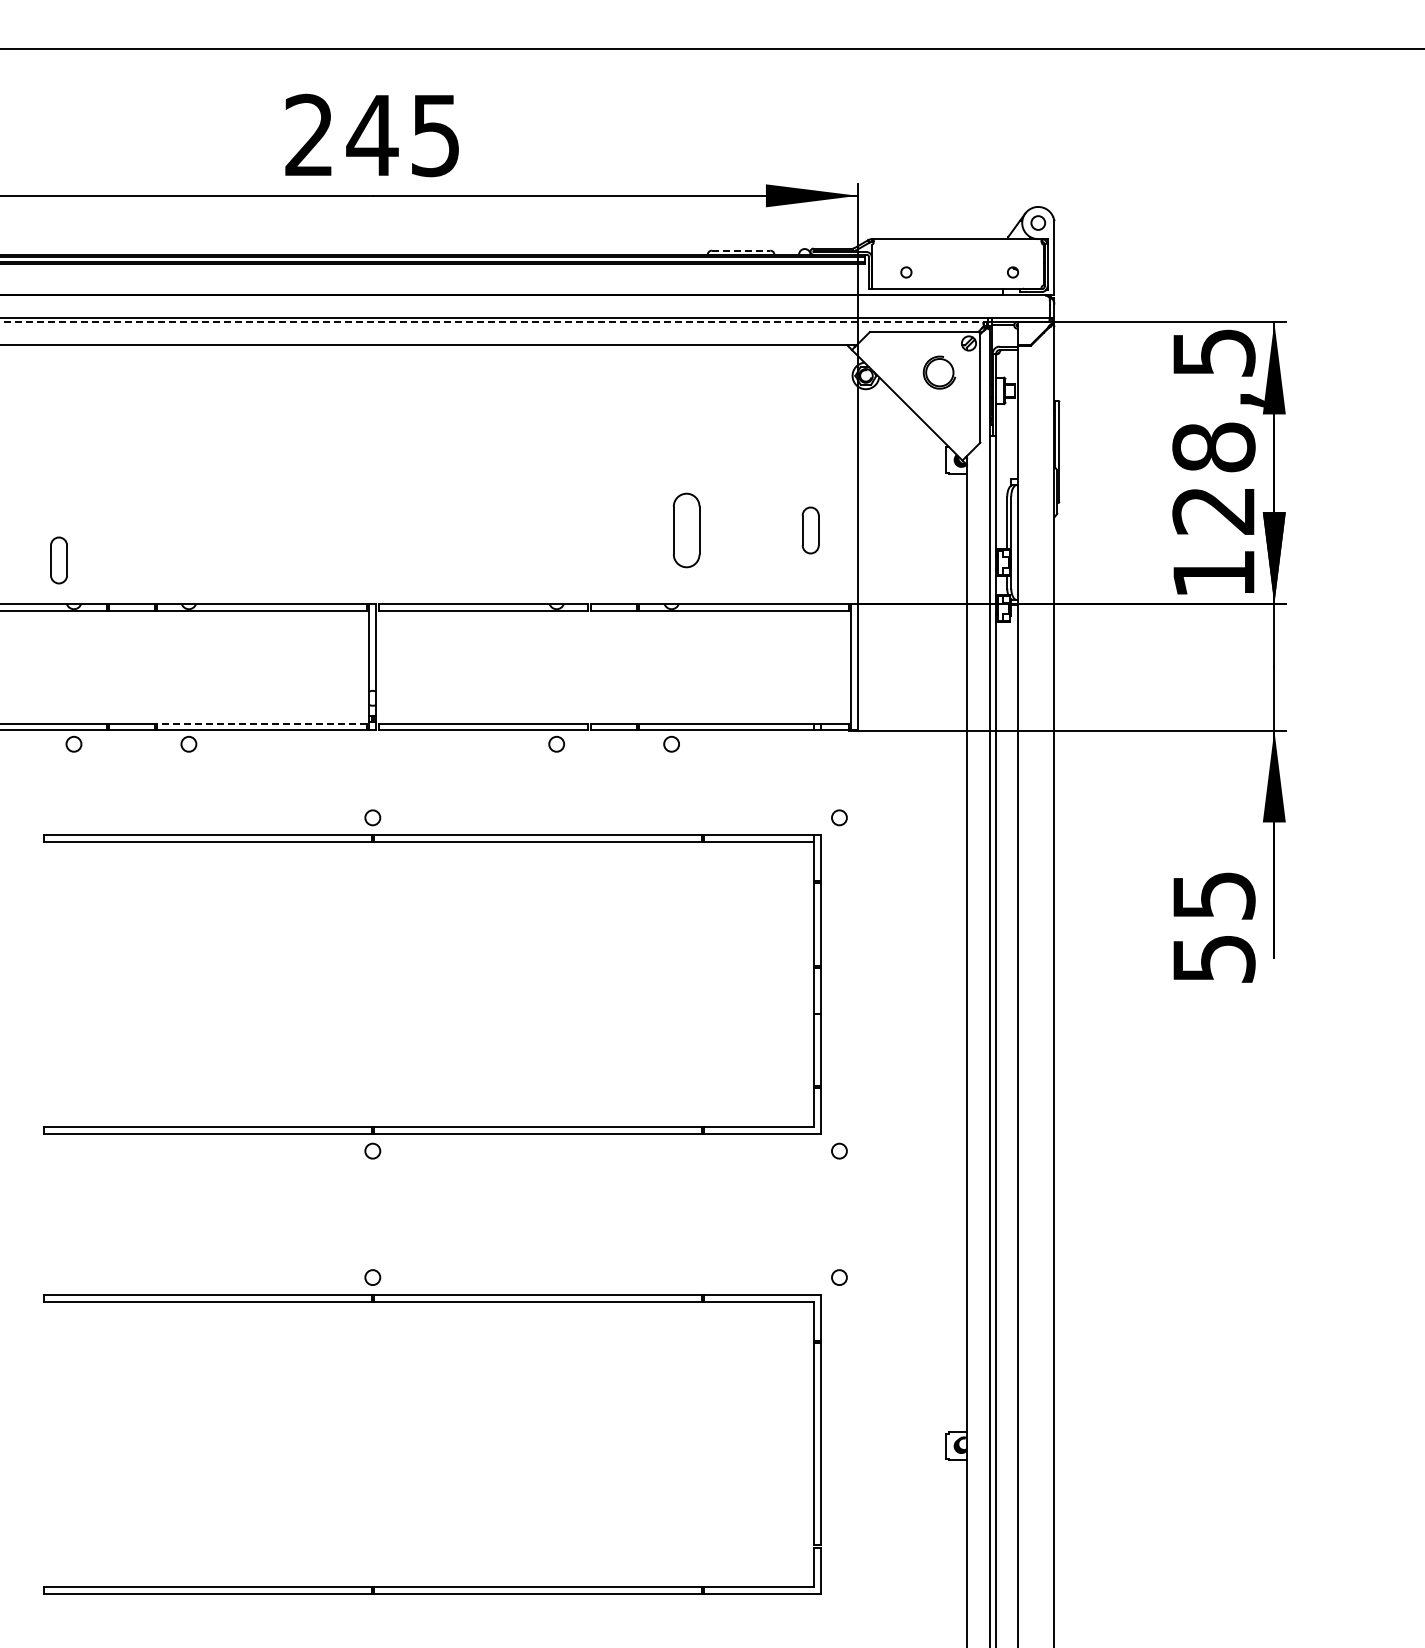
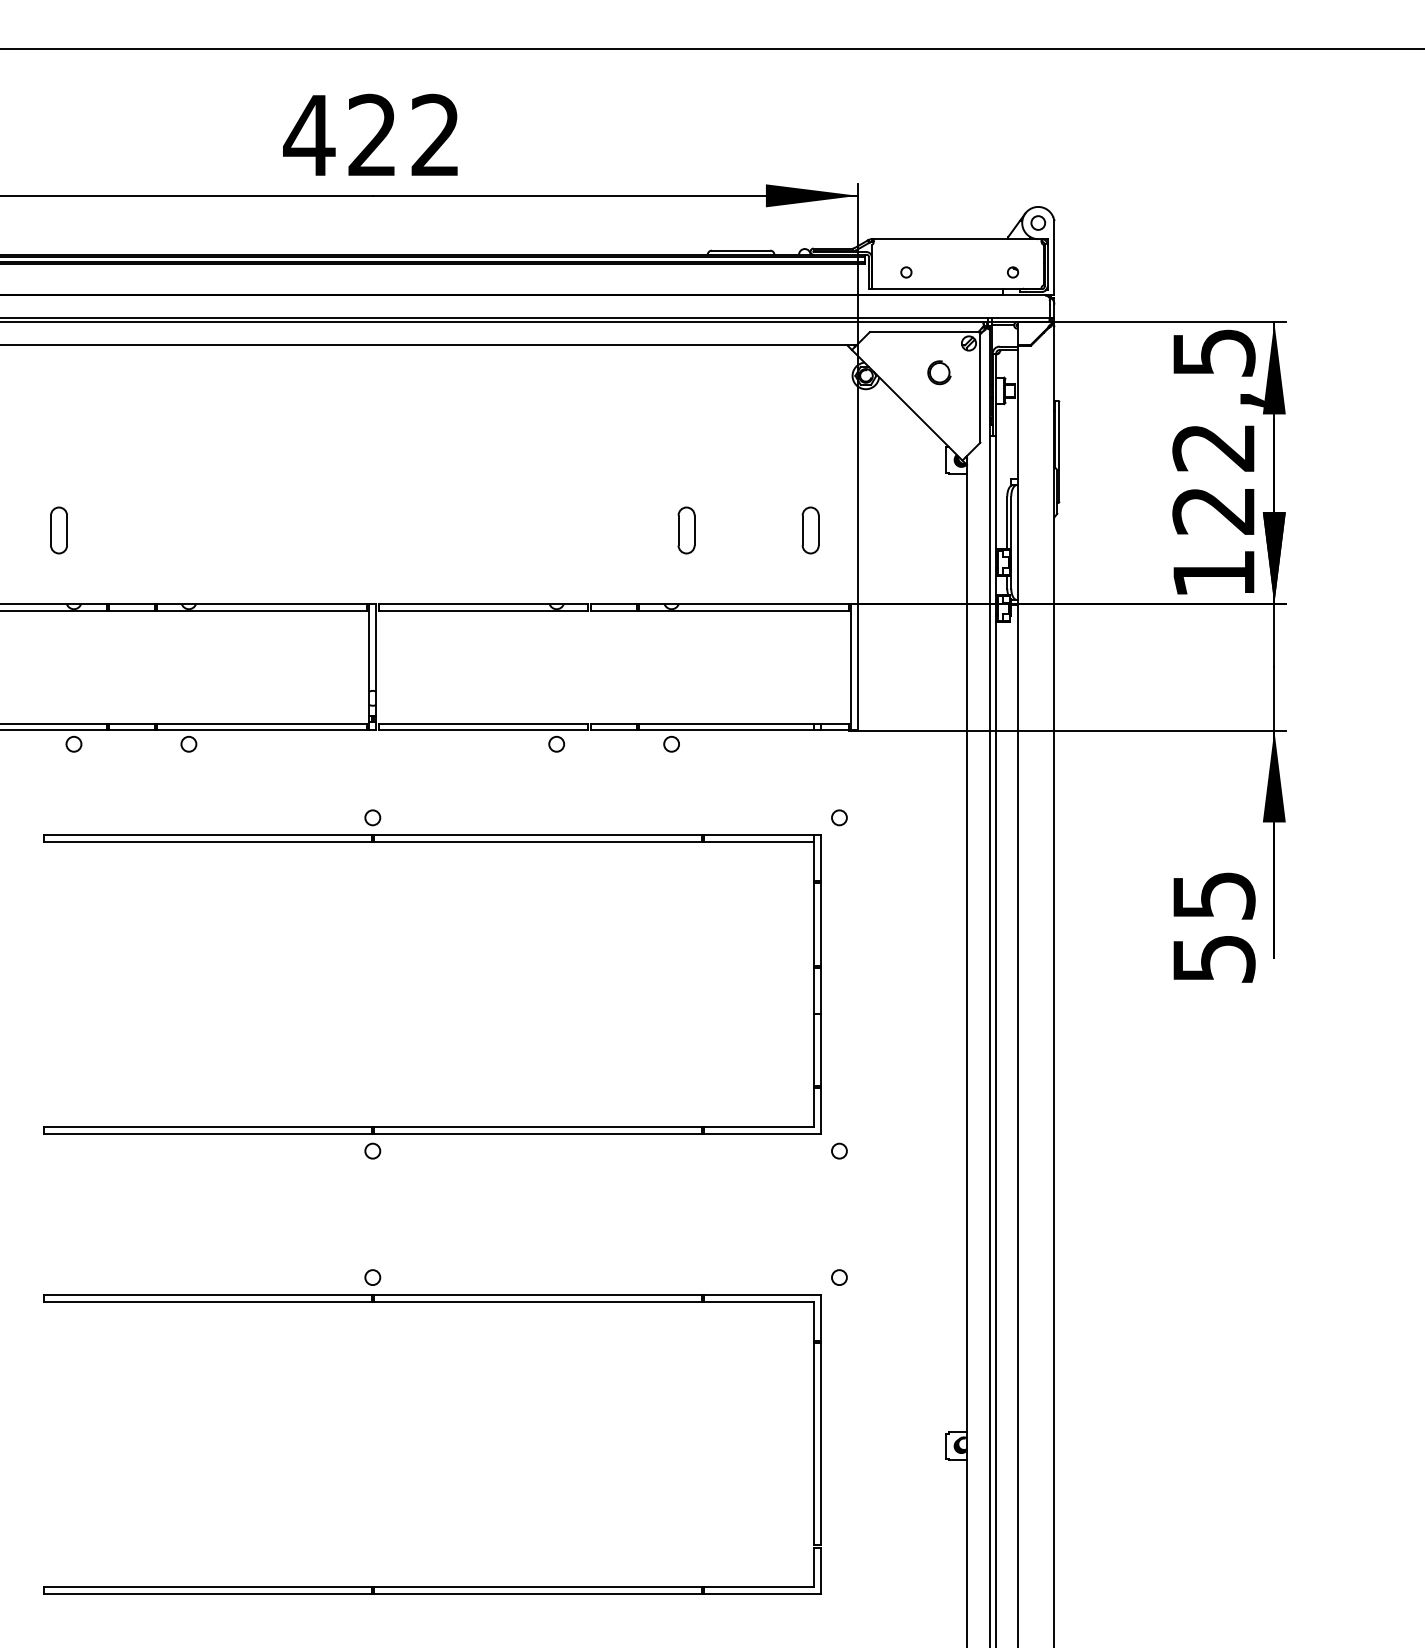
text at (370, 135): 245 -> 422
line at (741, 250): dashed -> solid
line at (492, 322): dashed -> solid
part at (939, 372) size: 35x35 px -> 25x26 px
text at (1213, 447): 128,5 -> 122,5
part at (686, 530) size: 29x77 px -> 19x49 px
part at (58, 560) position: (58, 560) -> (58, 530)
line at (262, 723): dashed -> solid
